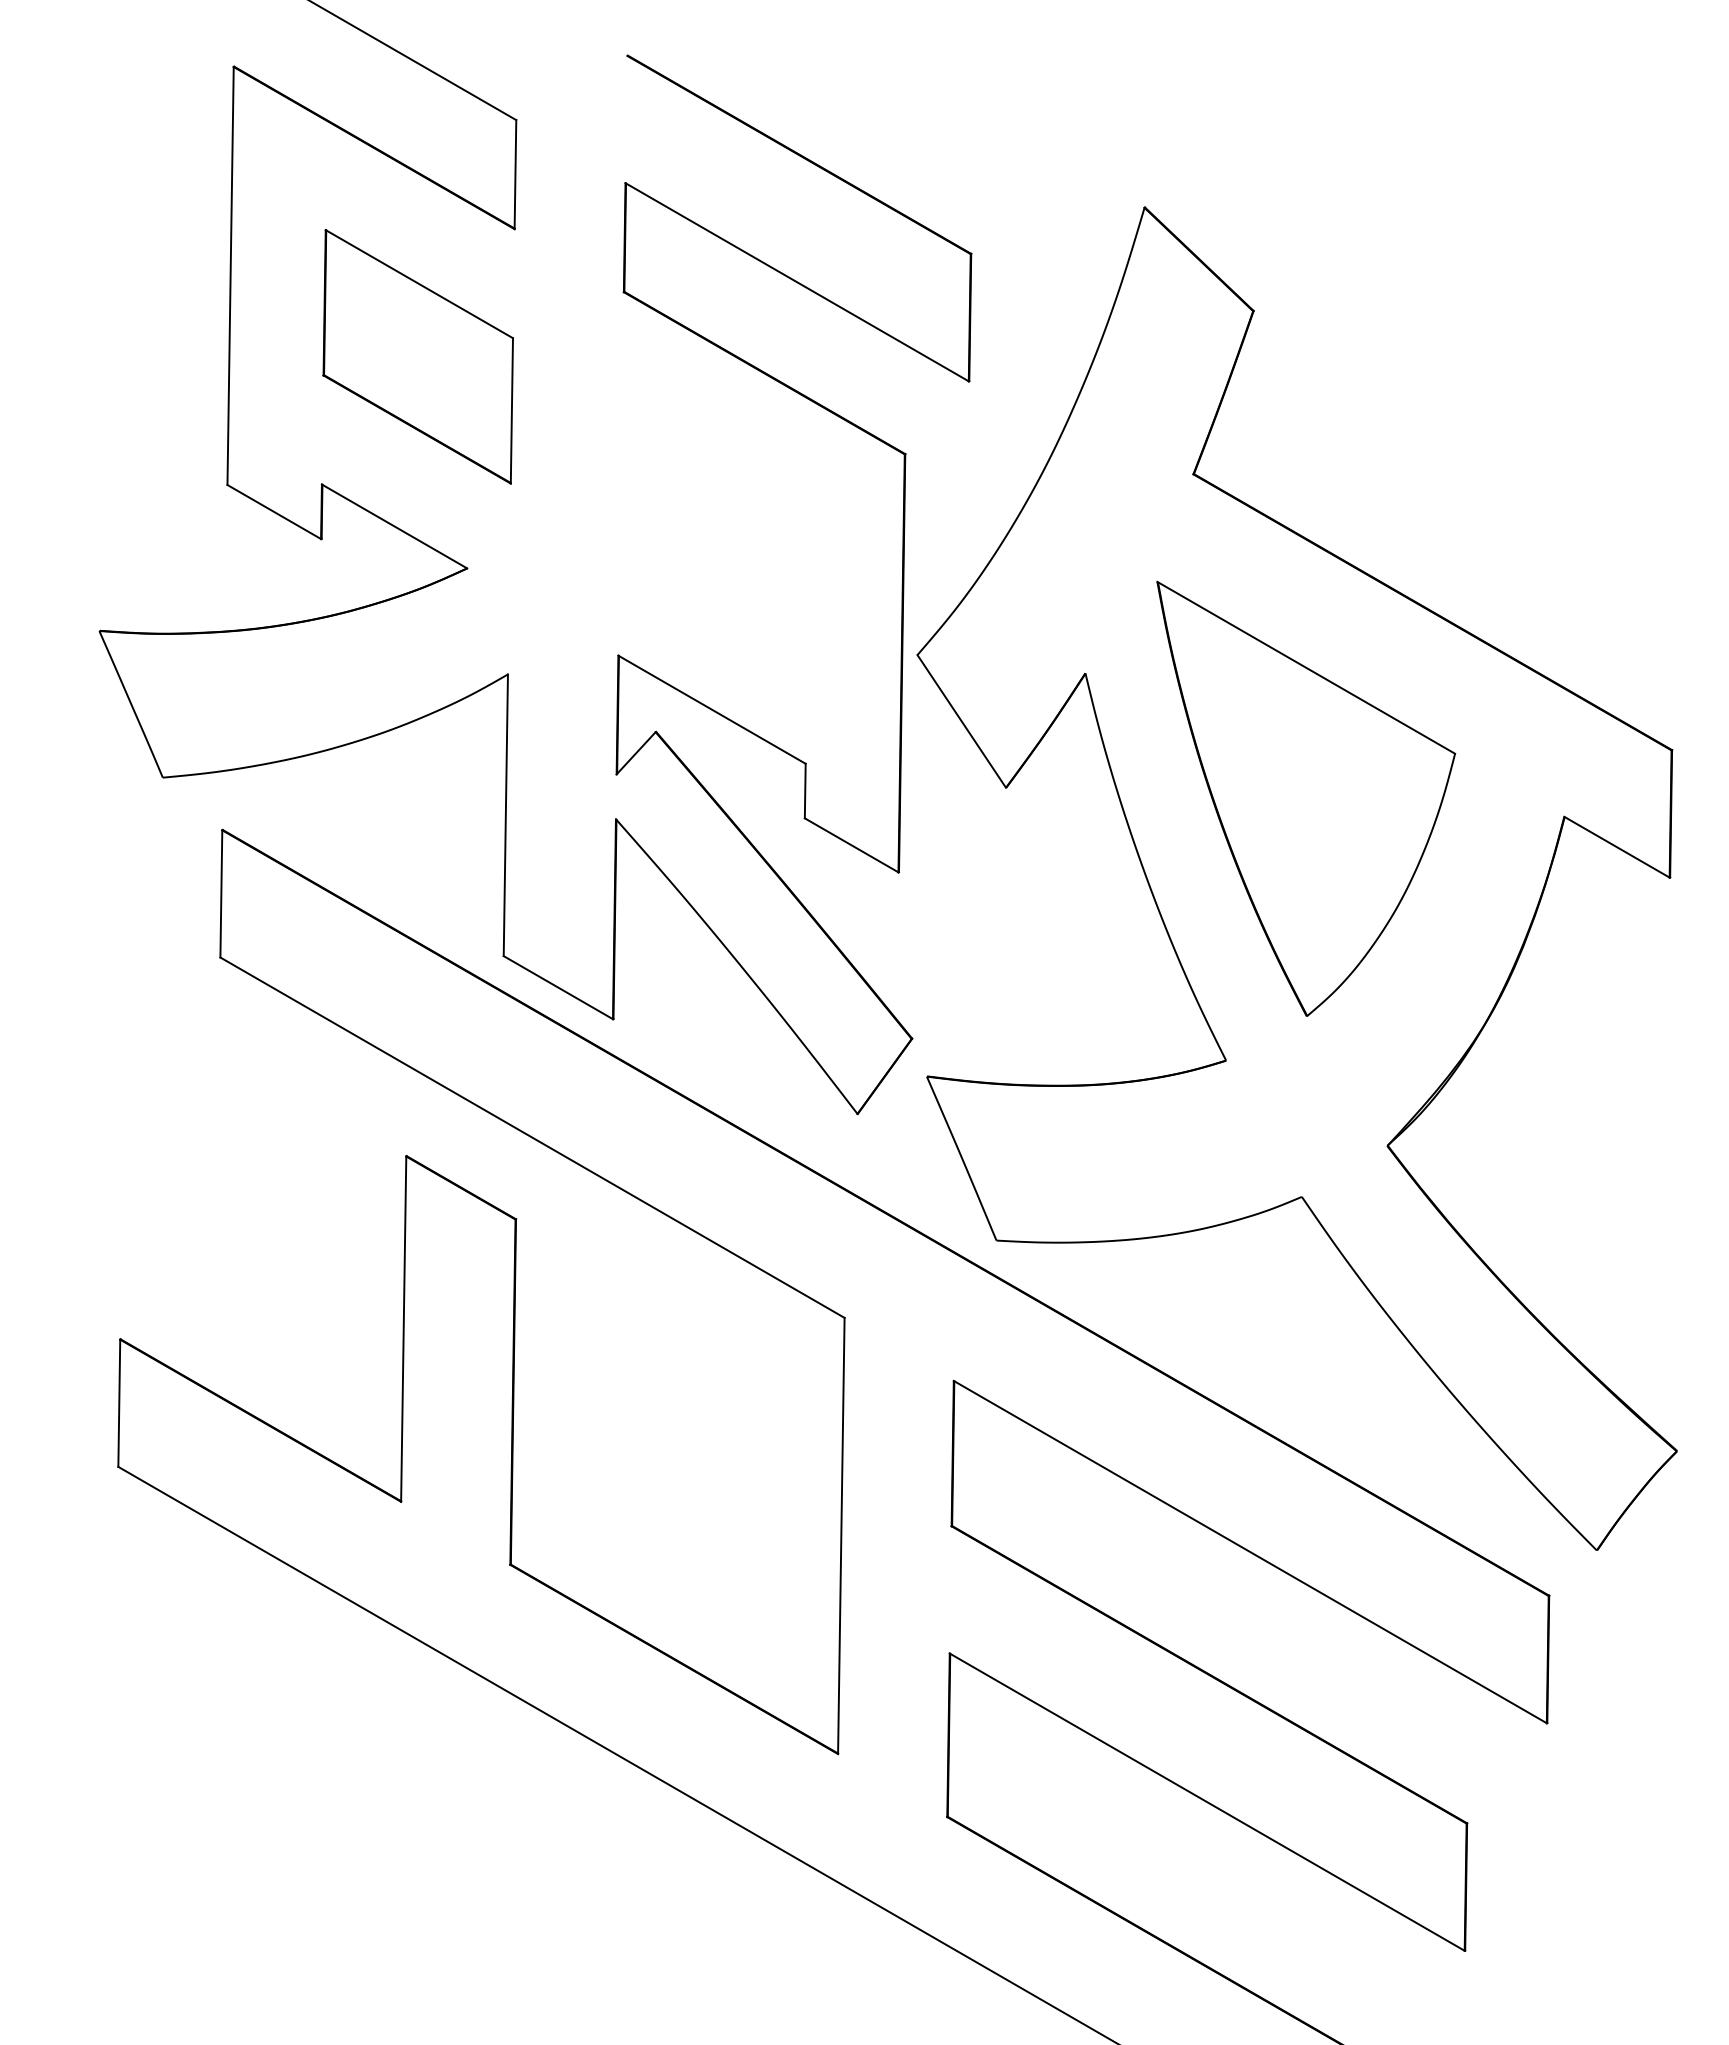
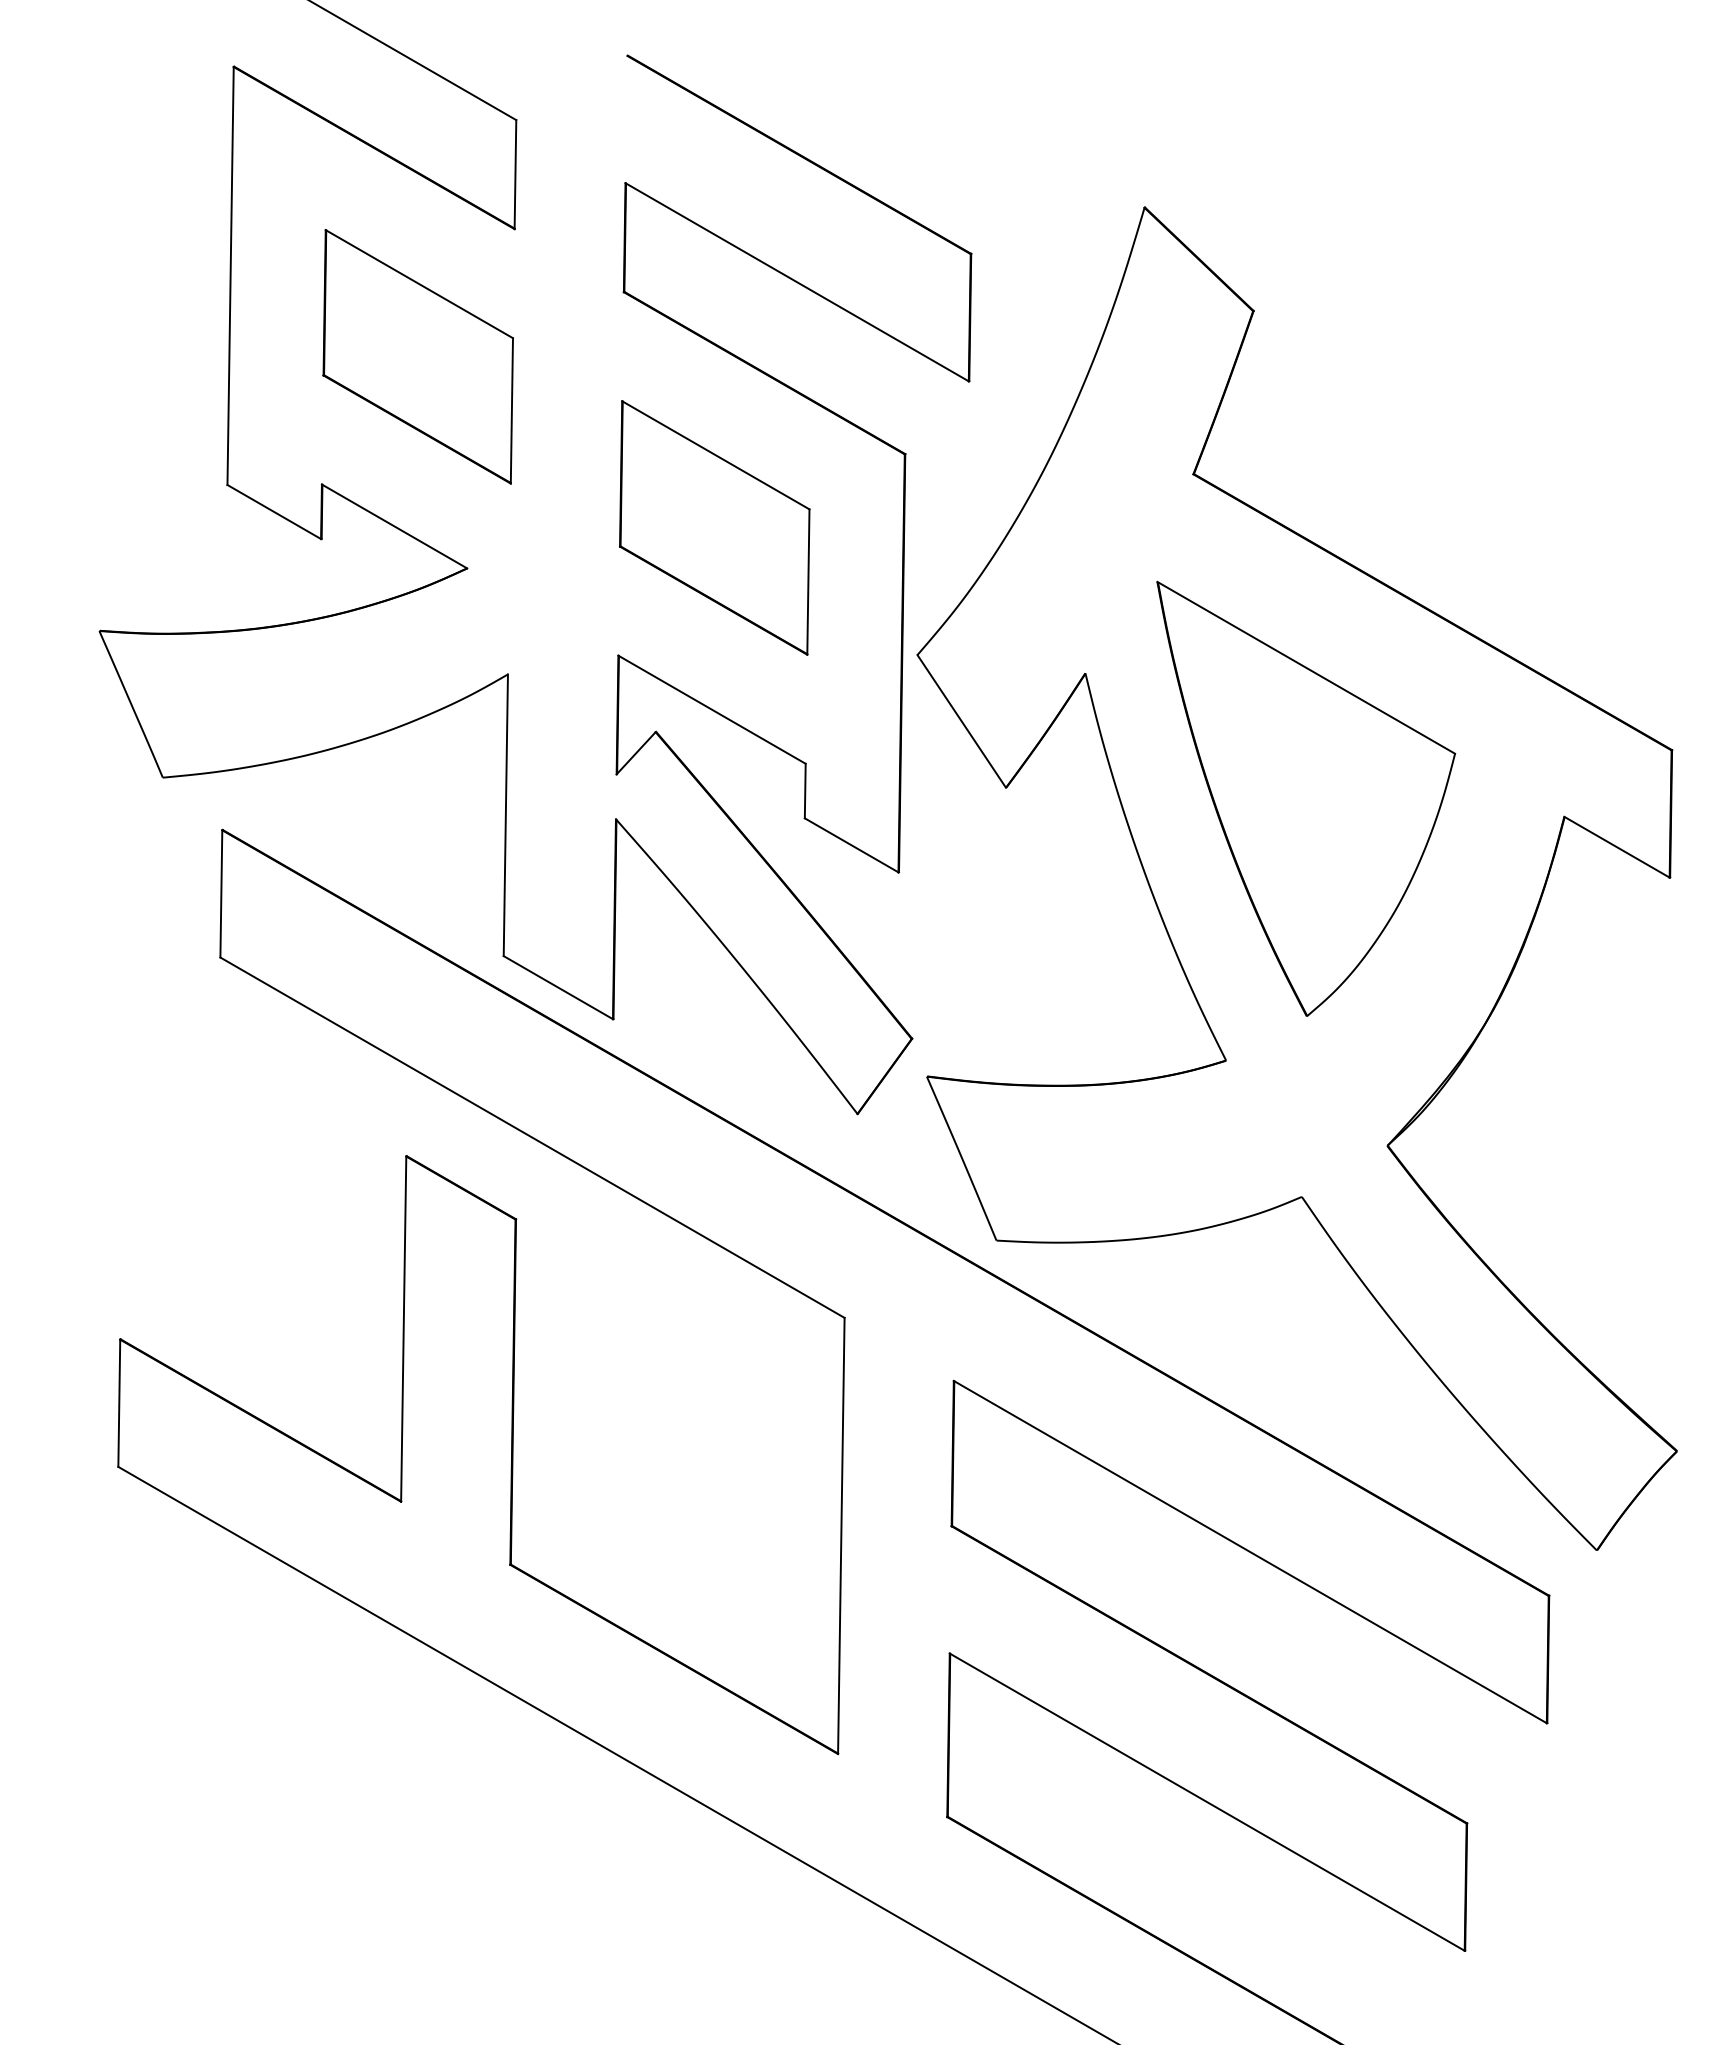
part at (714, 527): none -> present
